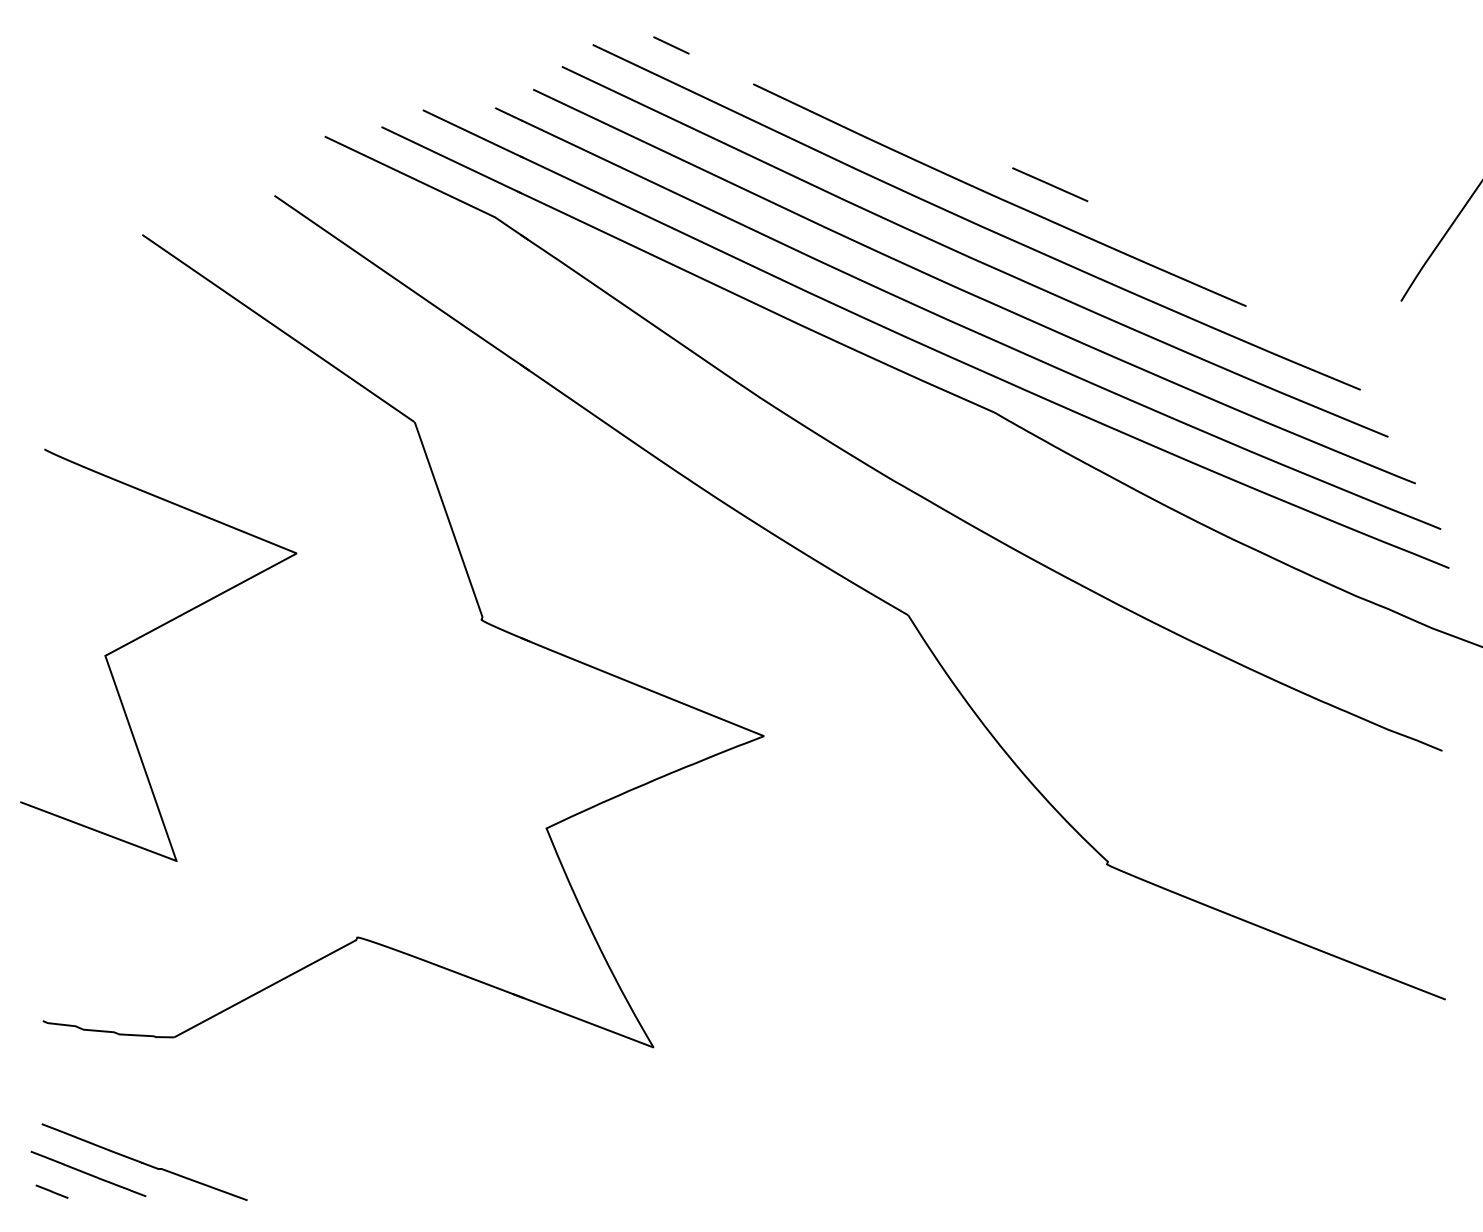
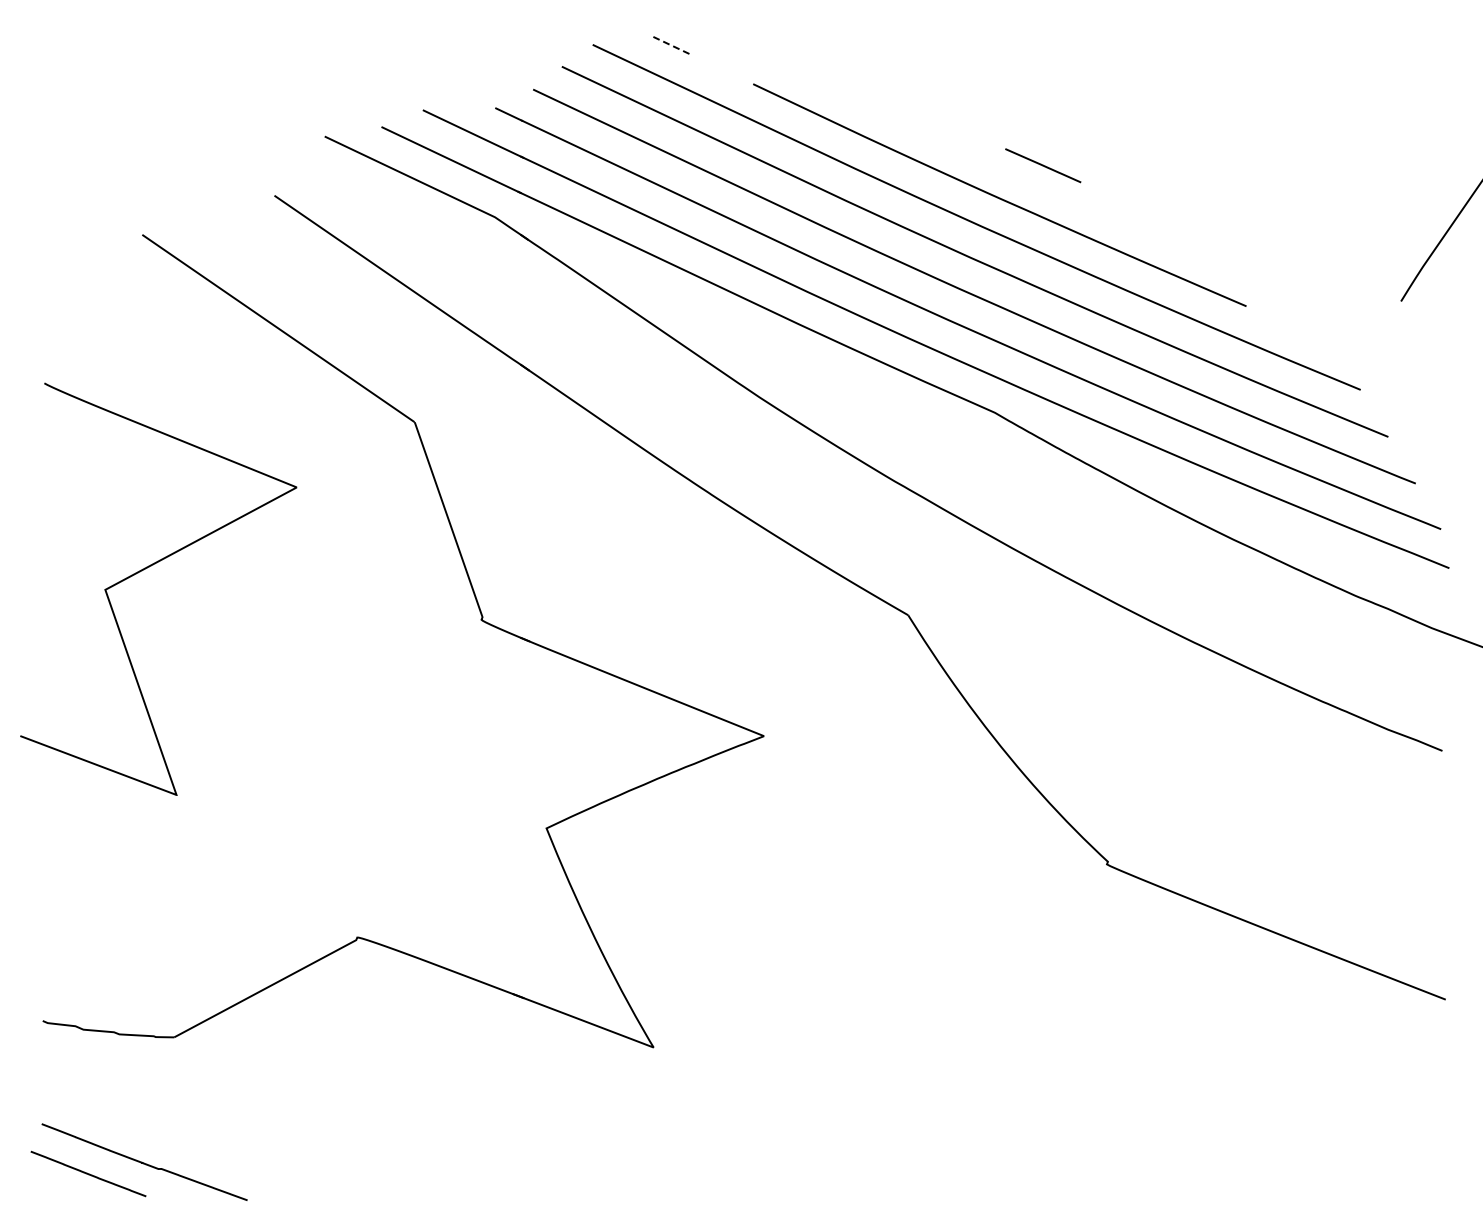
line at (671, 45): solid -> dashed
line at (1050, 184) position: (1050, 184) -> (1043, 165)
curve at (147, 634) position: (147, 634) -> (147, 568)
line at (51, 1191): present -> none
